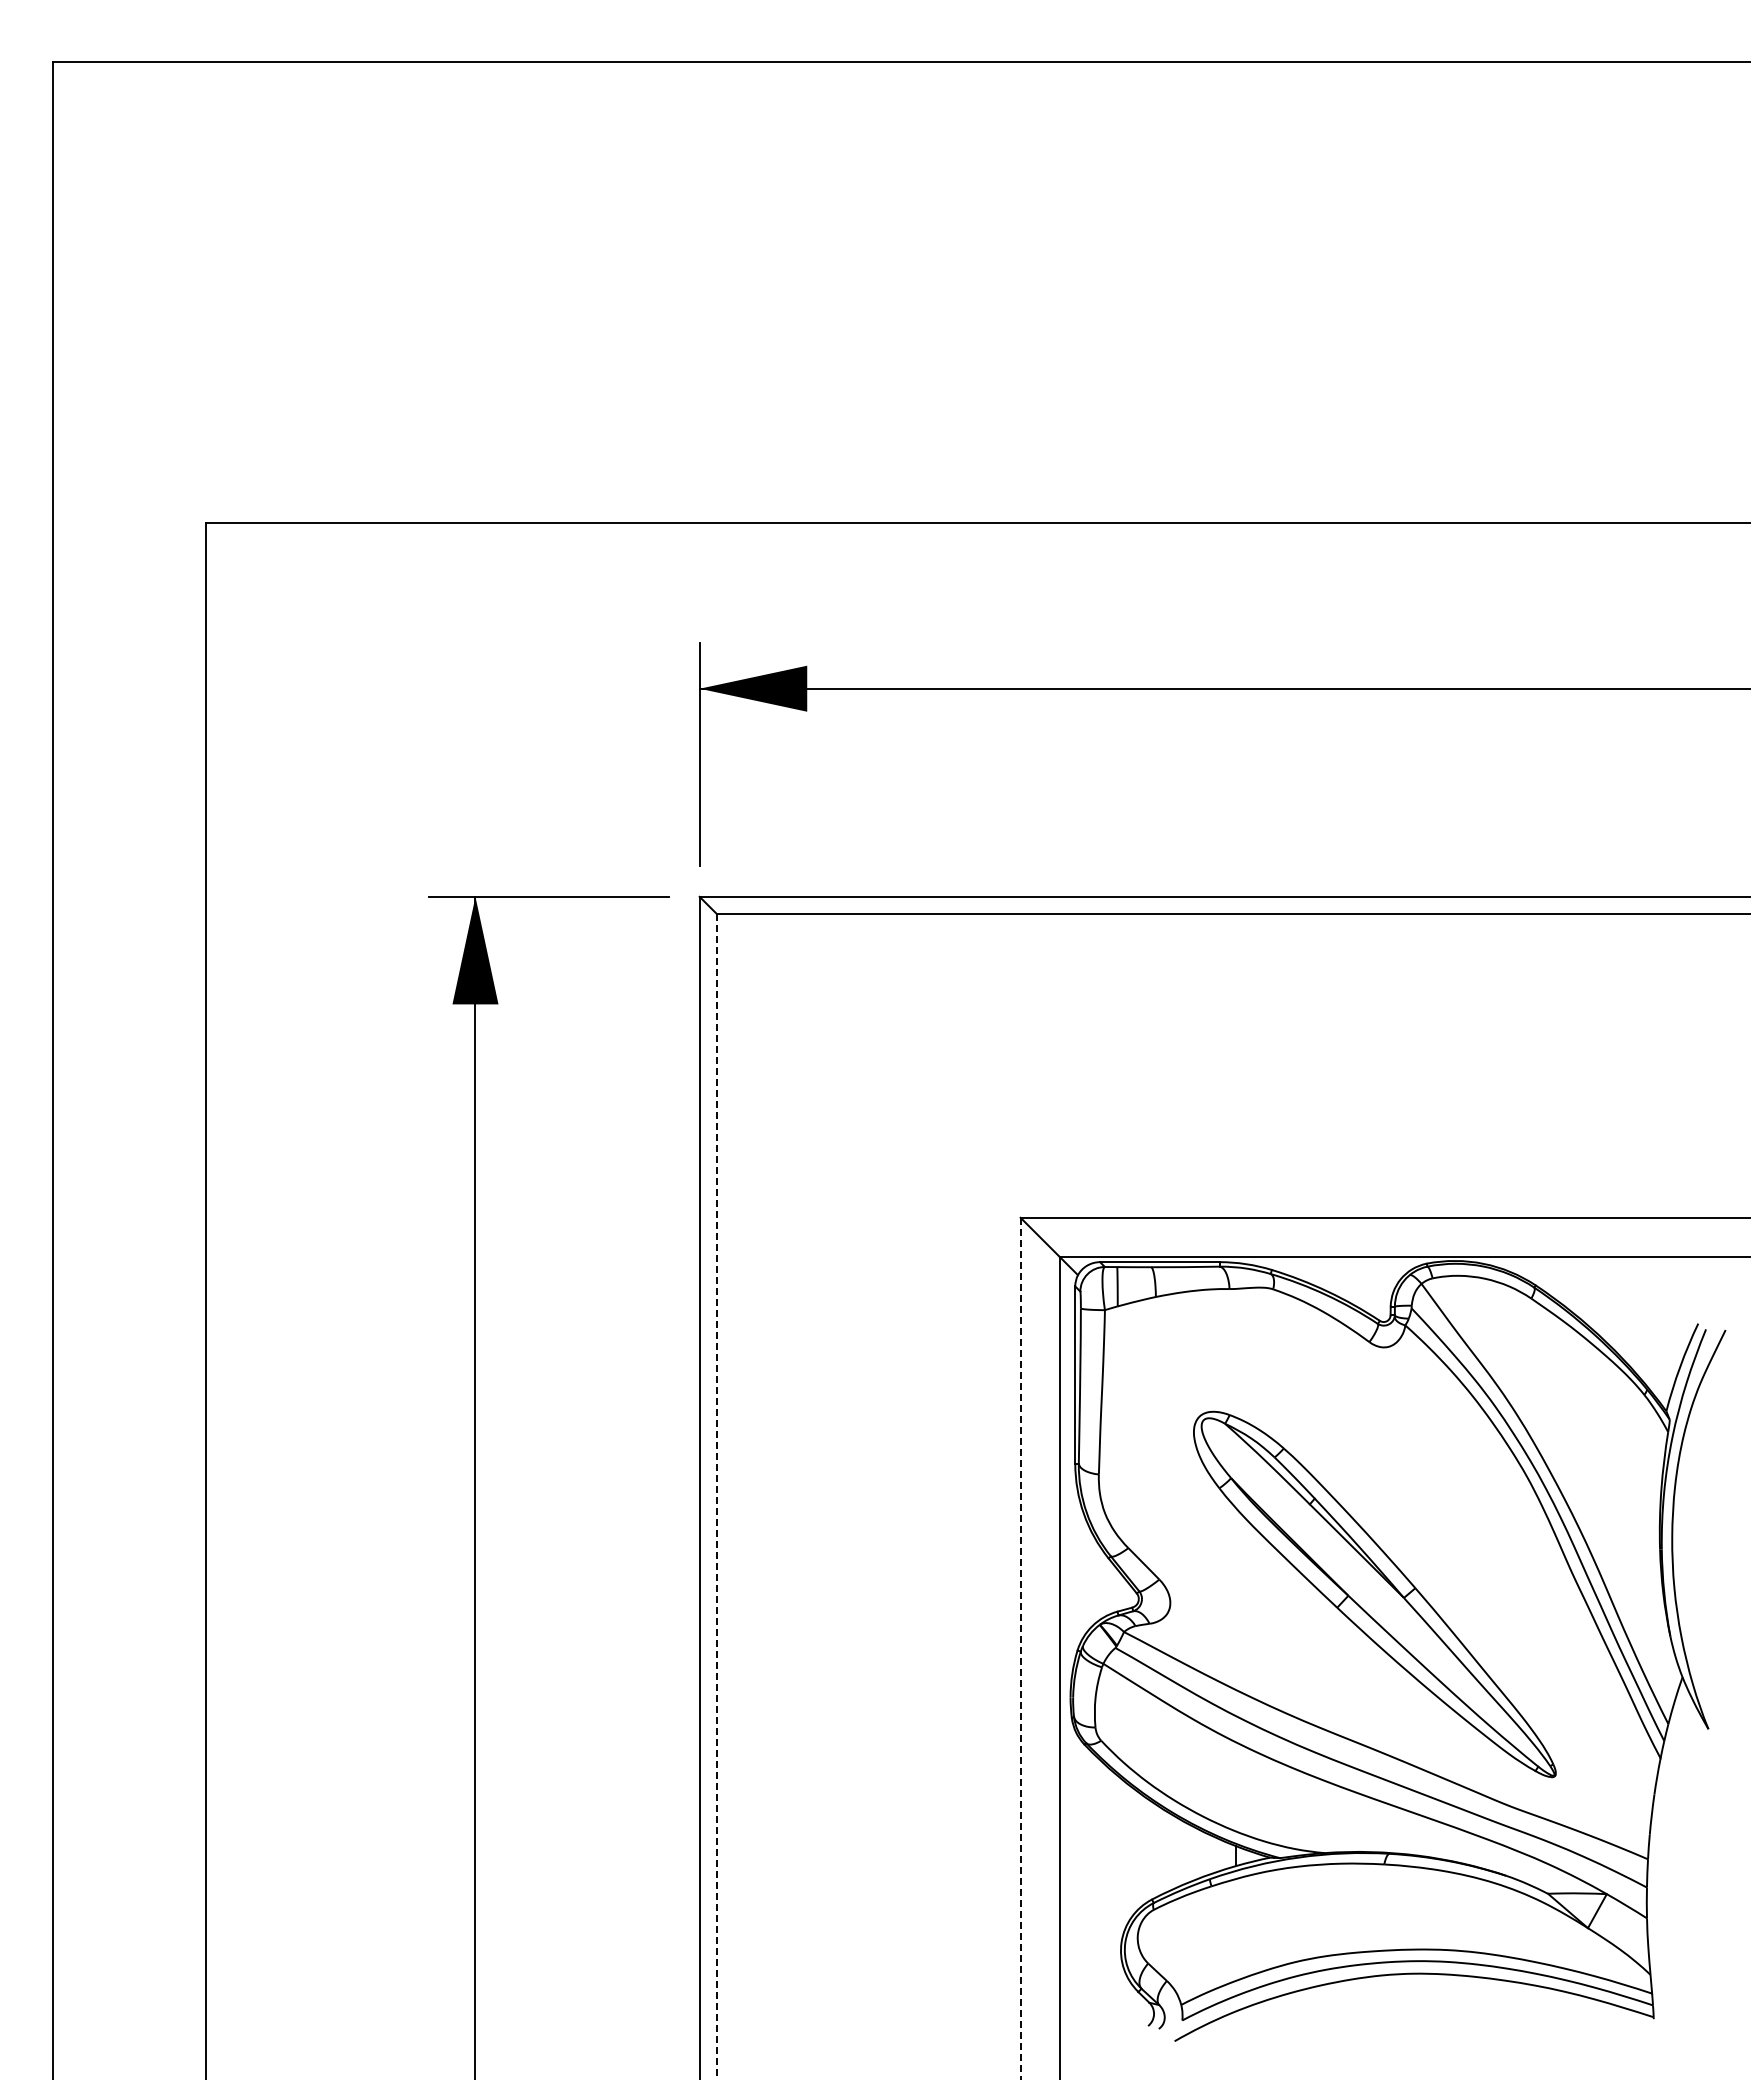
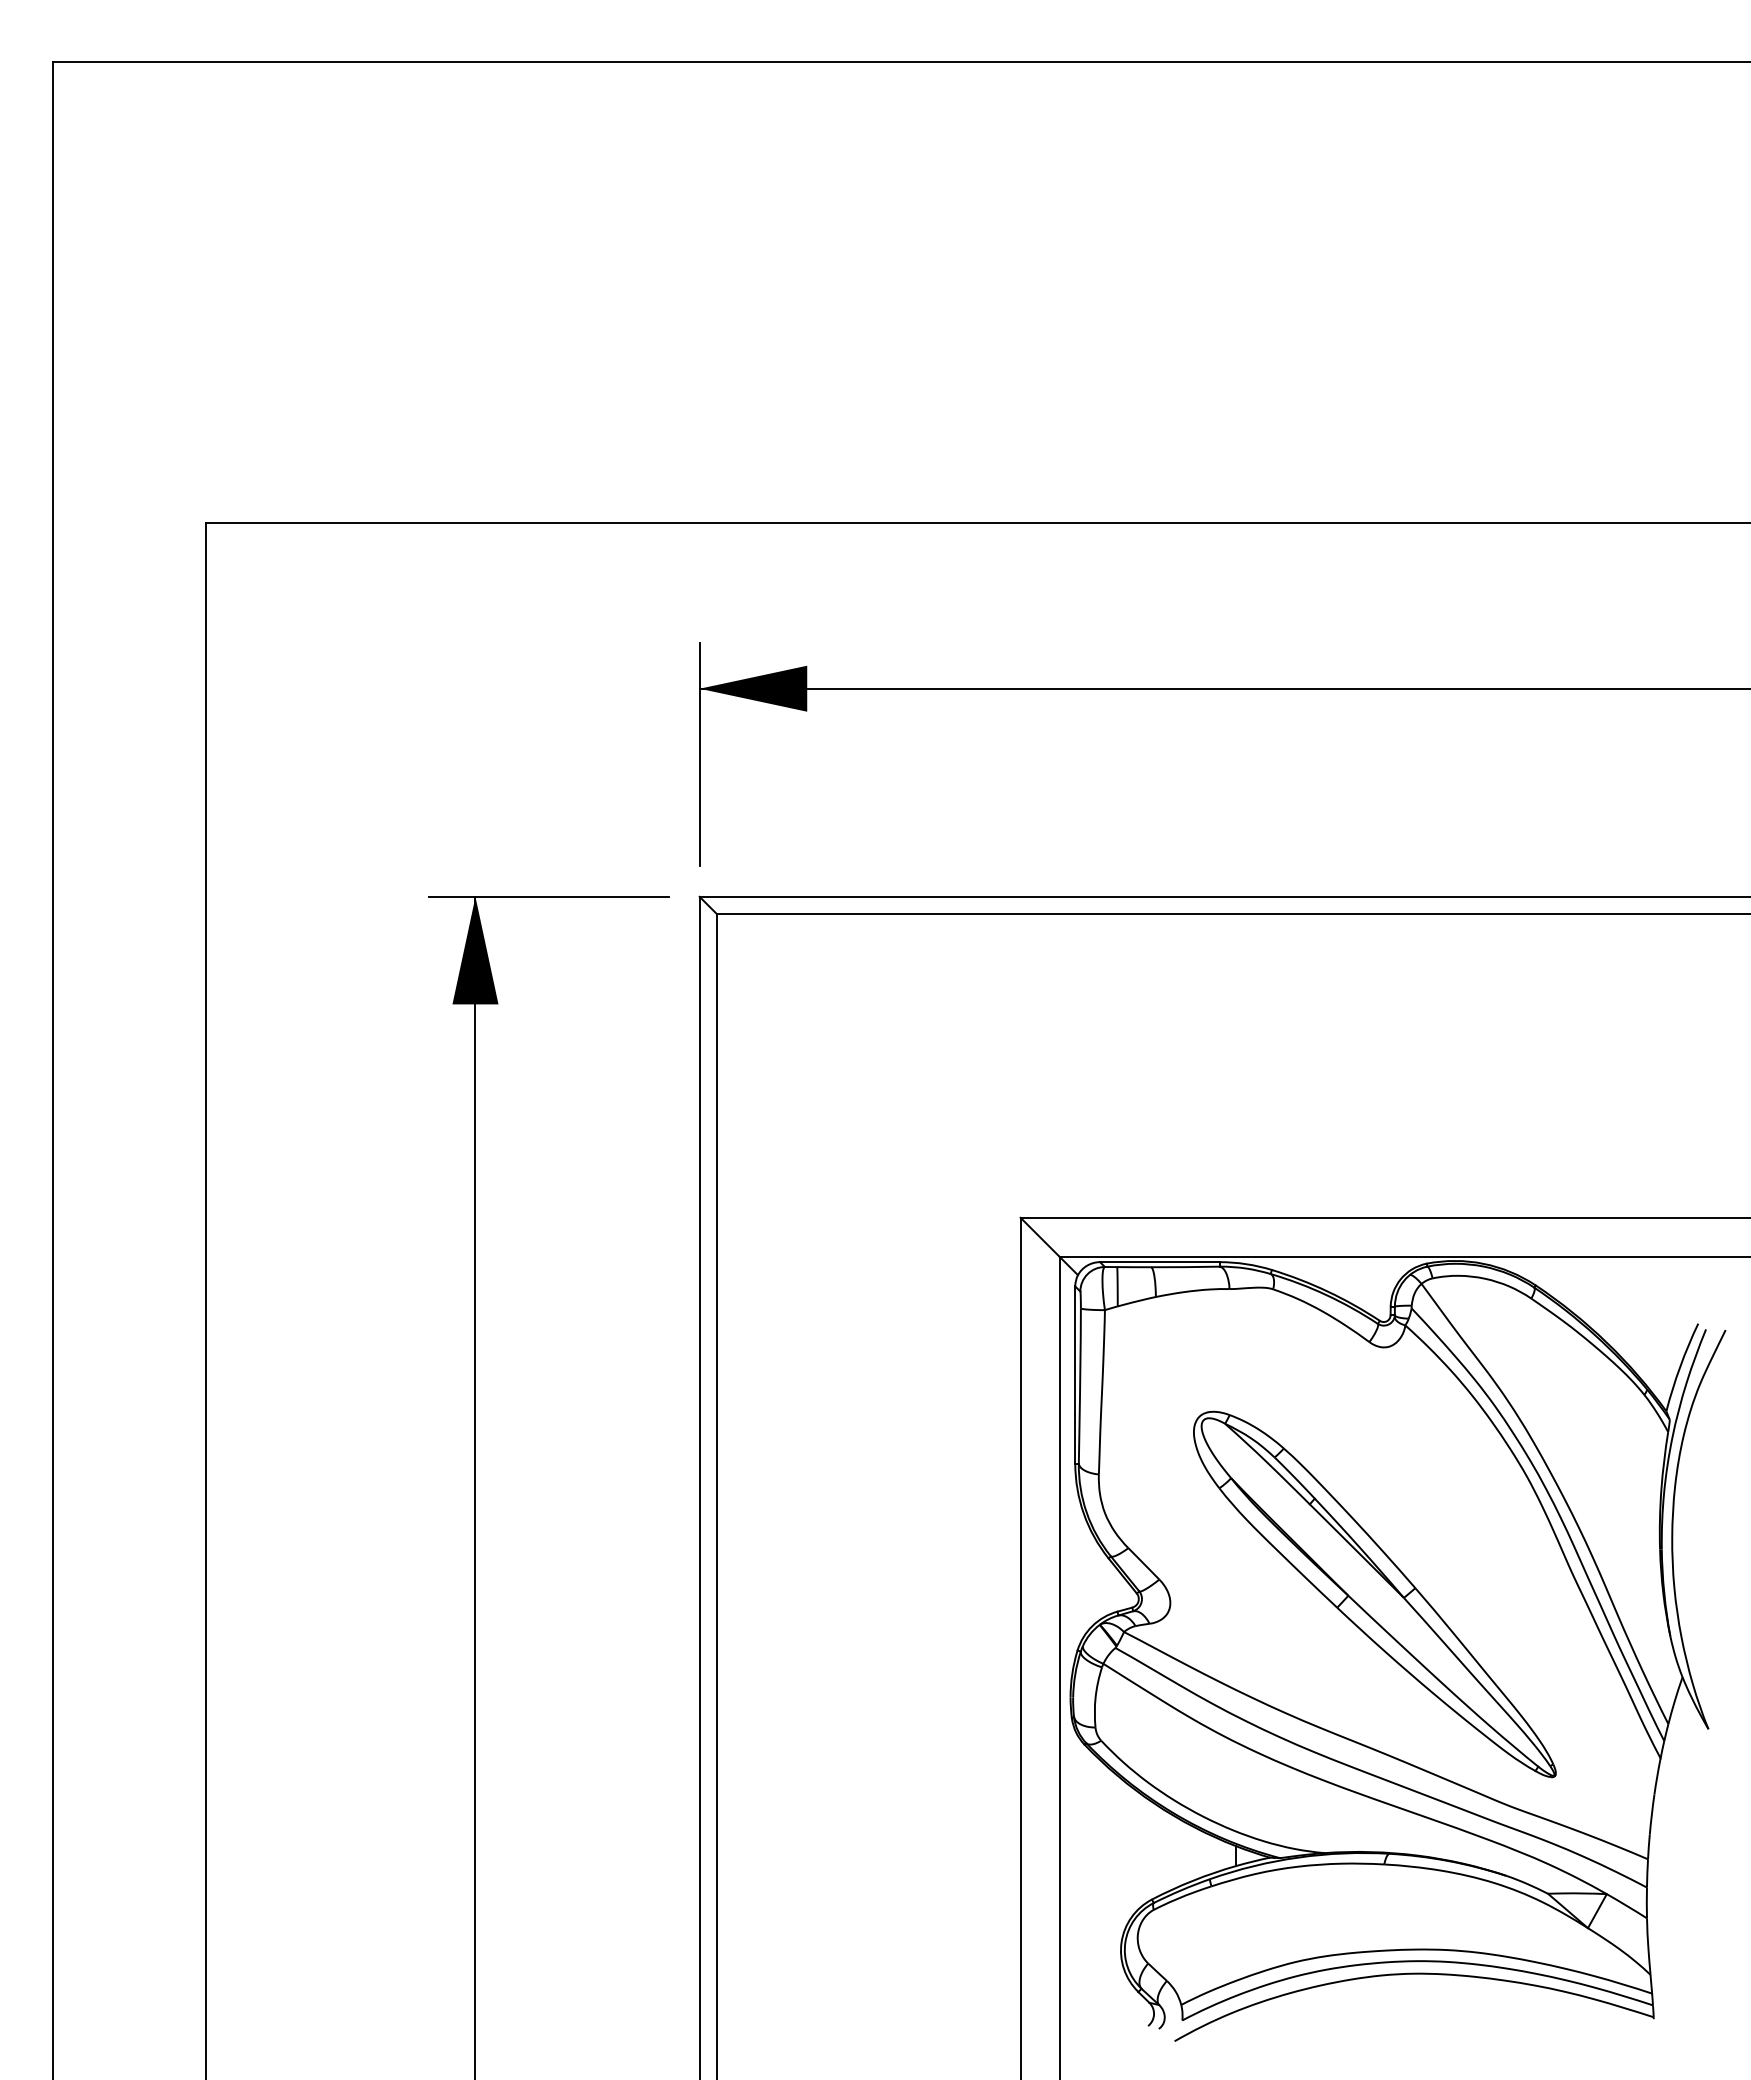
line at (716, 1496): dashed -> solid
line at (1020, 1648): dashed -> solid
